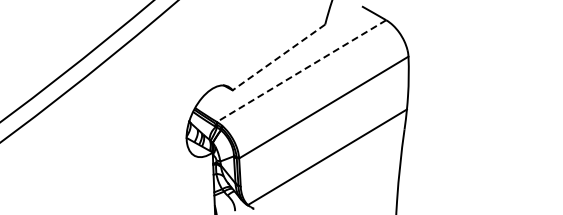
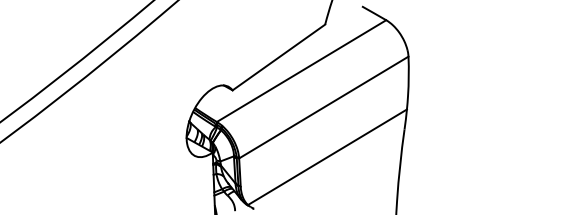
line at (278, 57): dashed -> solid
line at (301, 71): dashed -> solid
